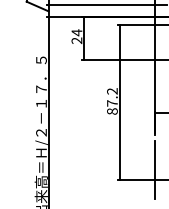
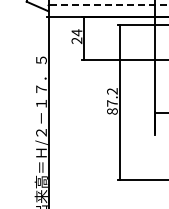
line at (106, 5): solid -> dashed
line at (154, 169): present -> none
